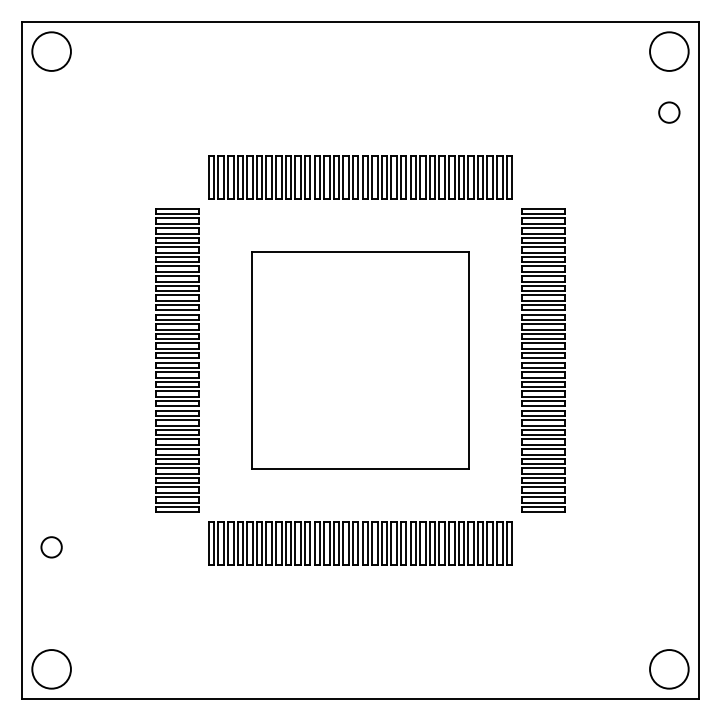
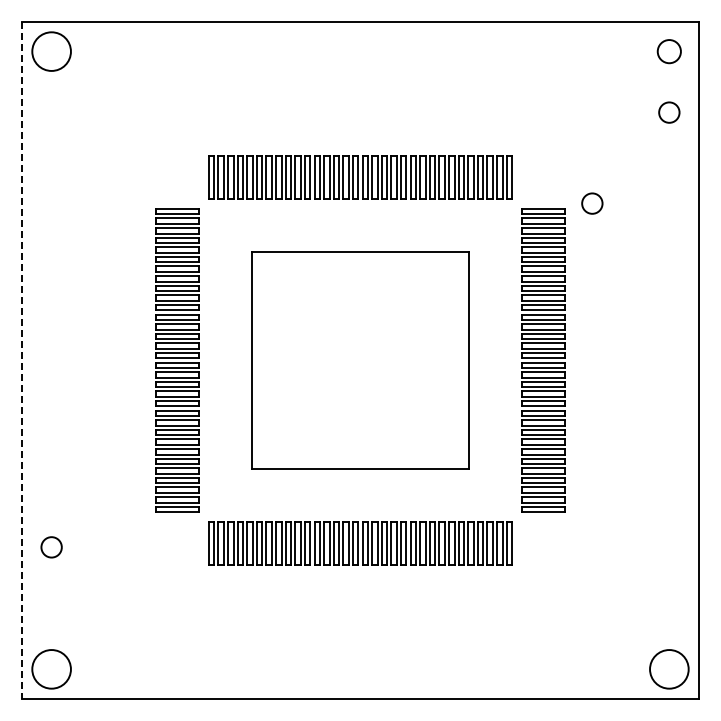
circle at (669, 51) diameter: 39 px -> 23 px
circle at (592, 203): none -> present
line at (21, 360): solid -> dashed
